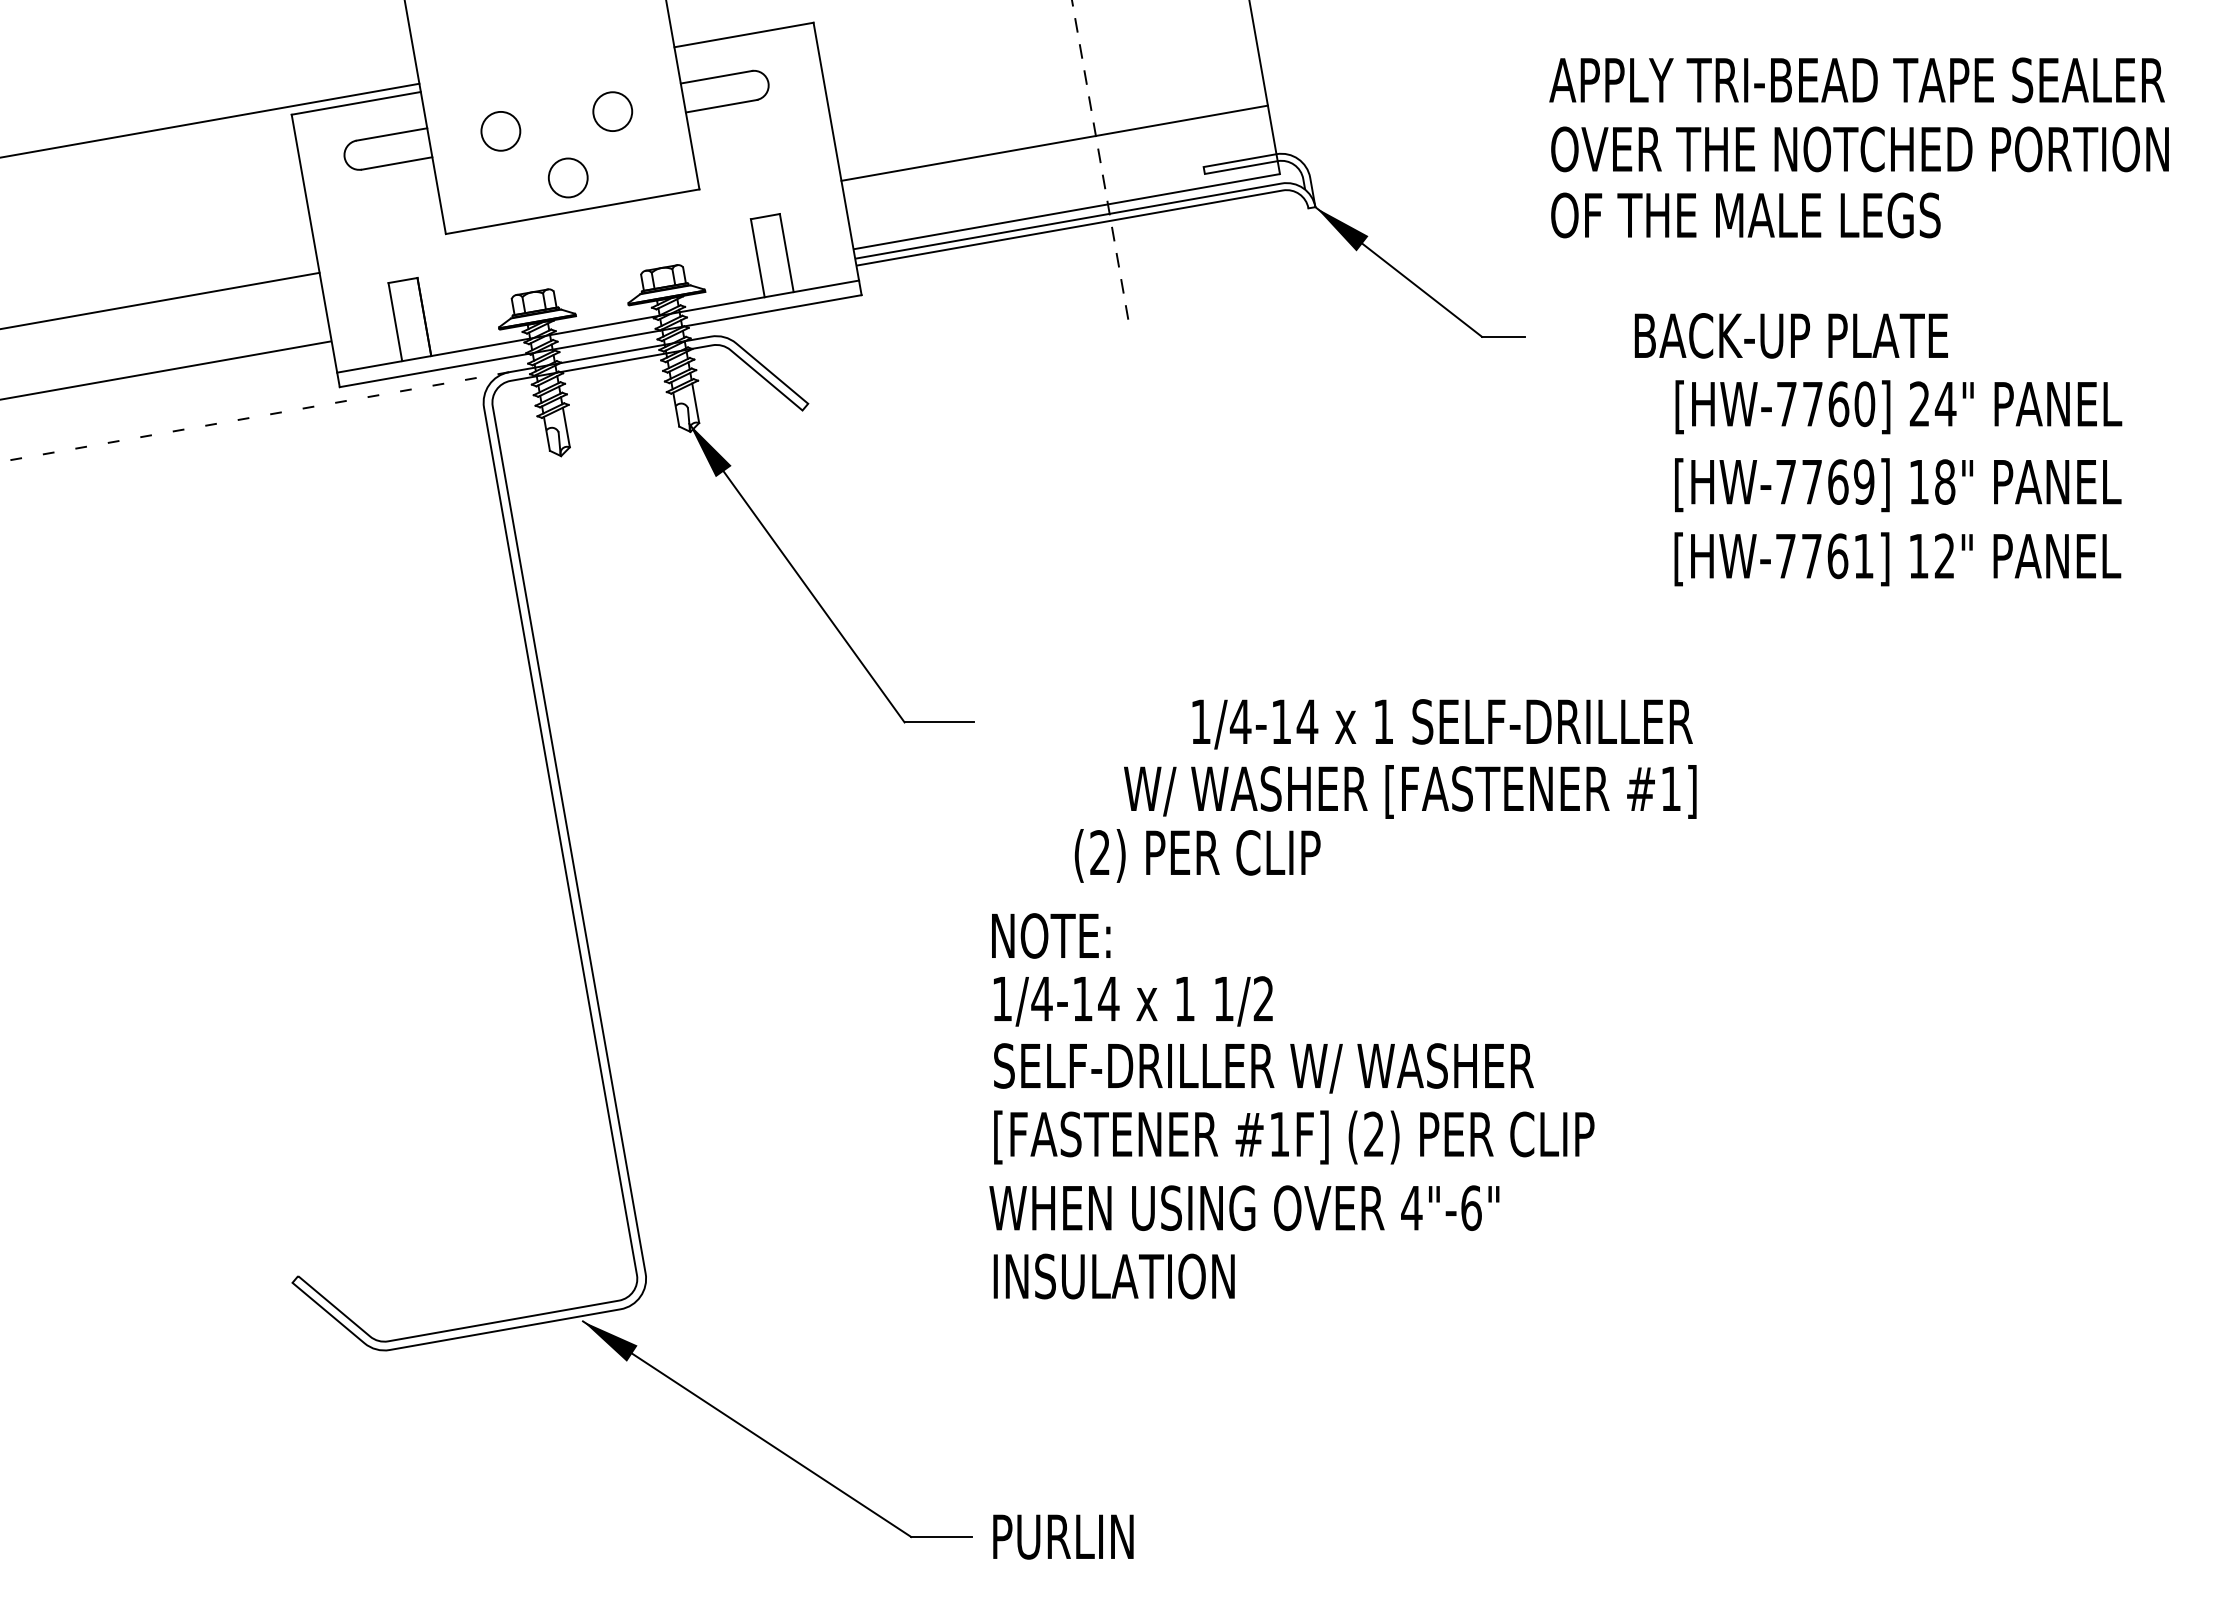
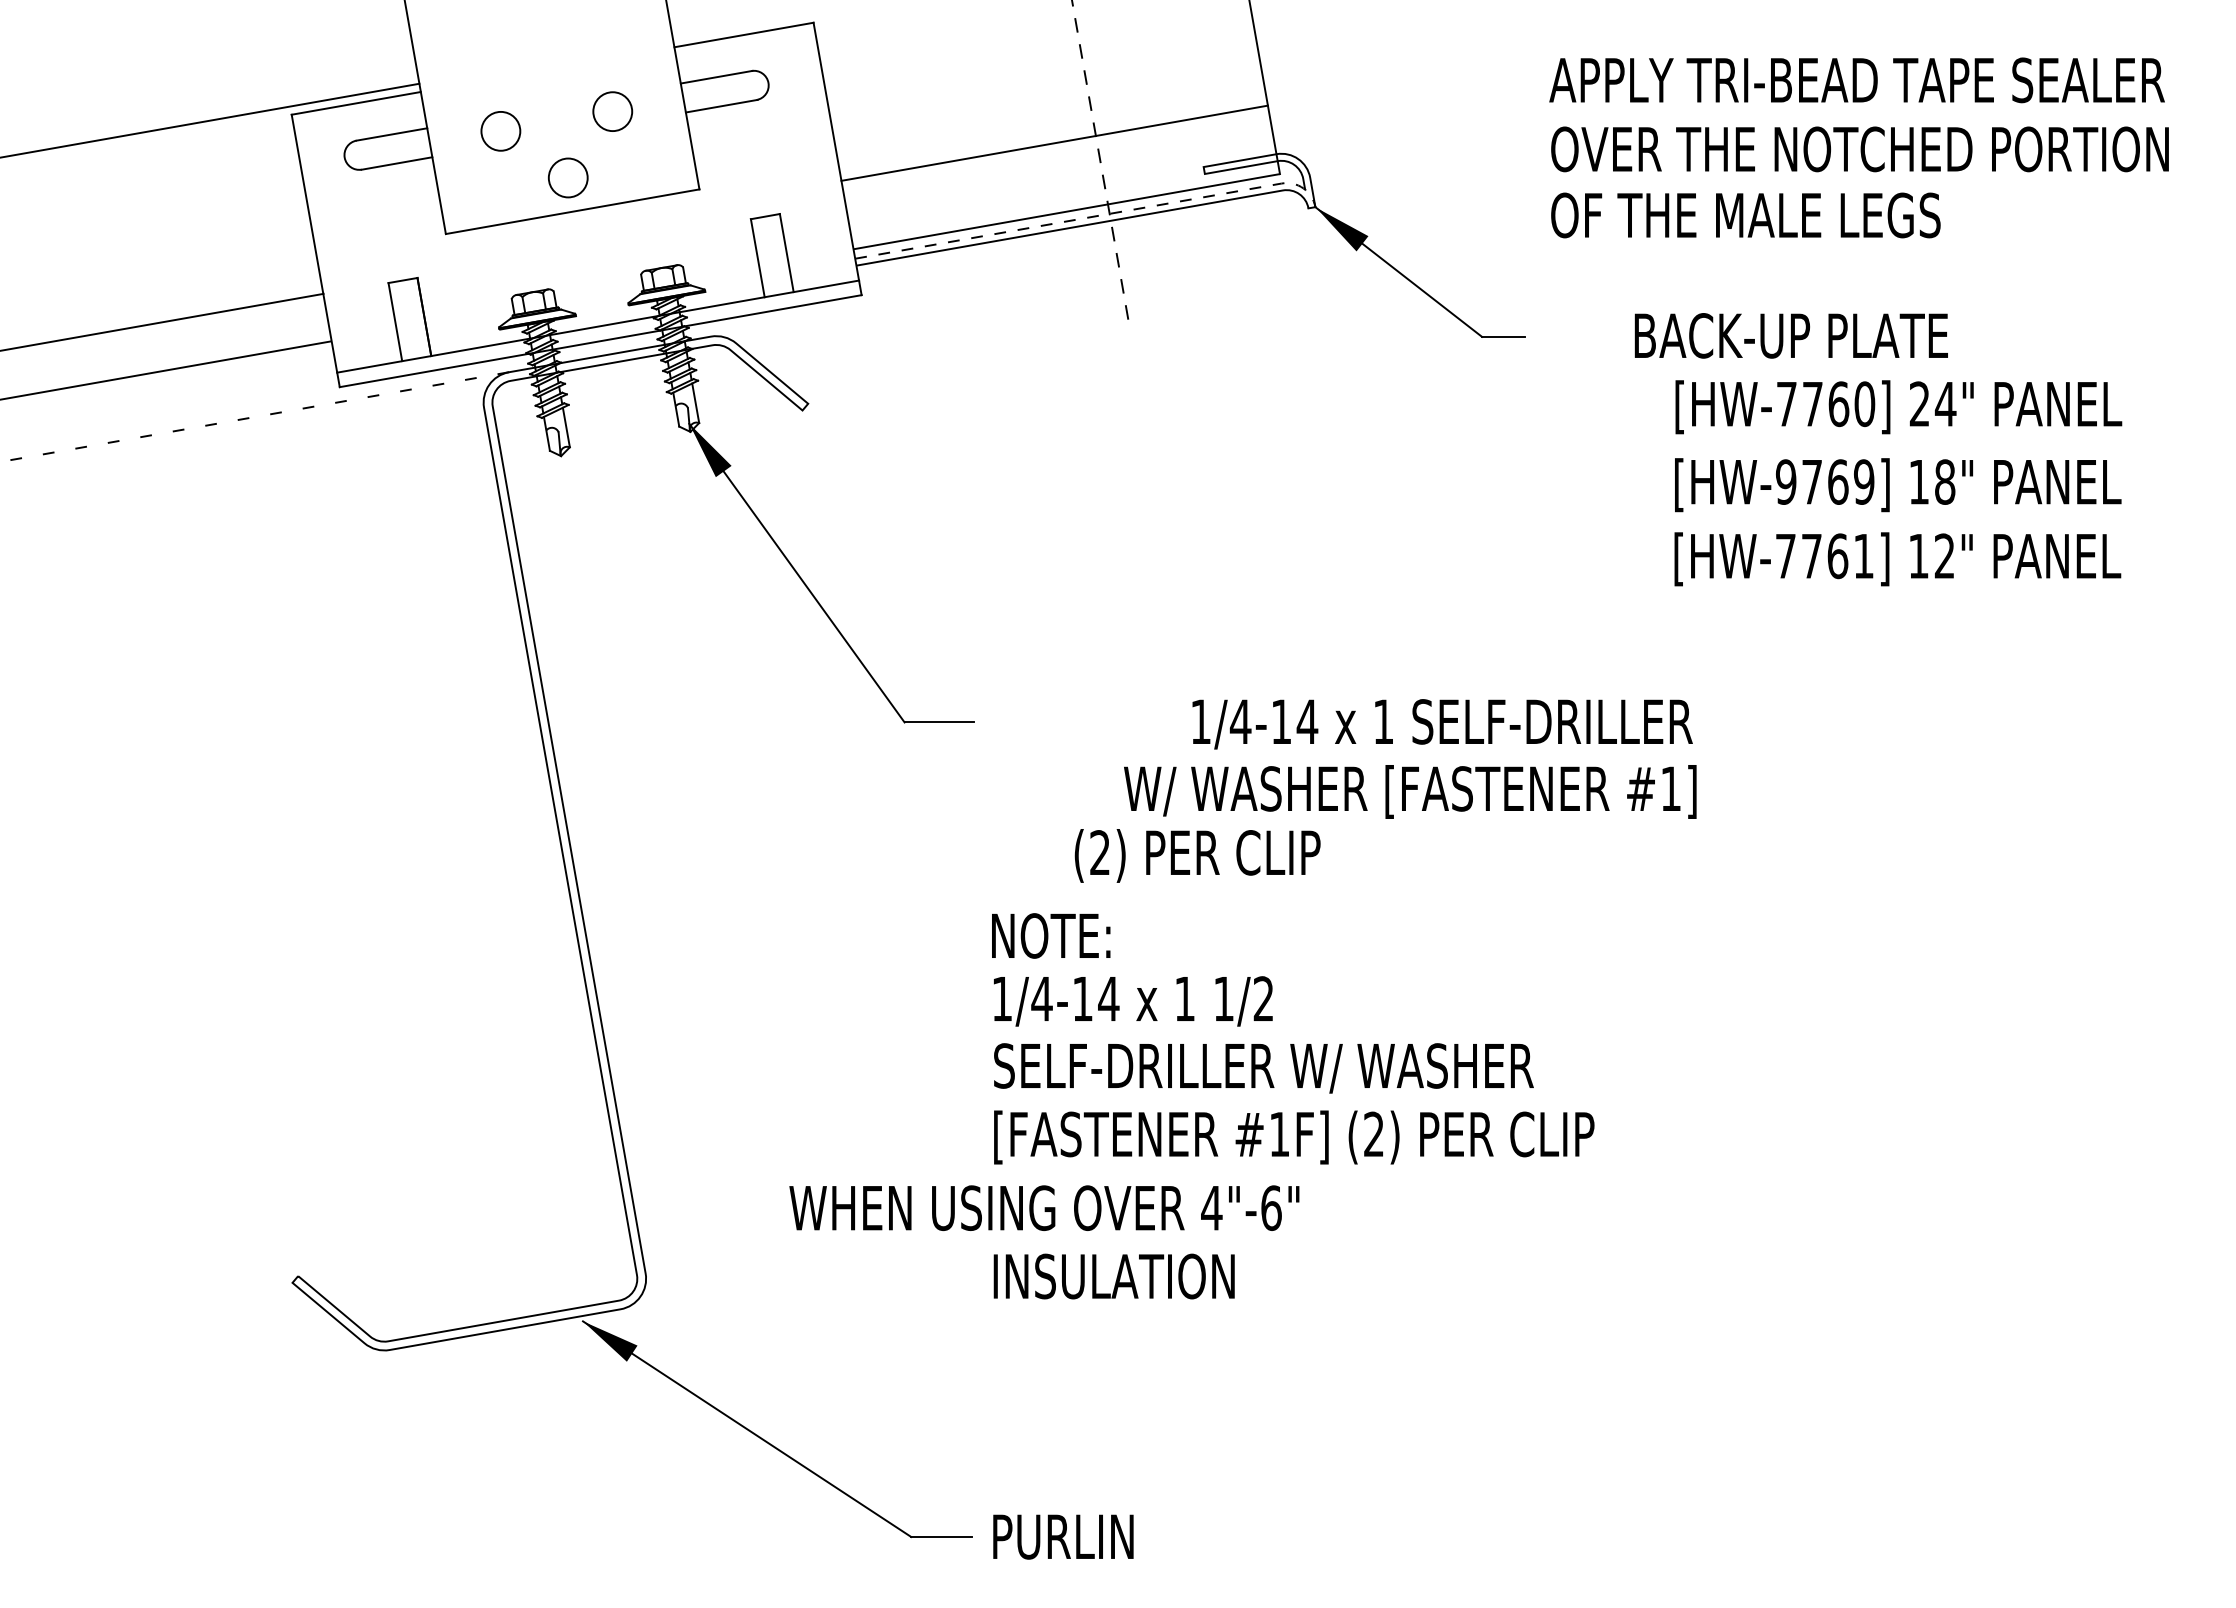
line at (1100, 215): solid -> dashed
line at (160, 300) position: (160, 300) -> (162, 321)
text at (1785, 481): [HW-7769] -> [HW-9769]
text at (1244, 1207) position: (1244, 1207) -> (1044, 1207)
